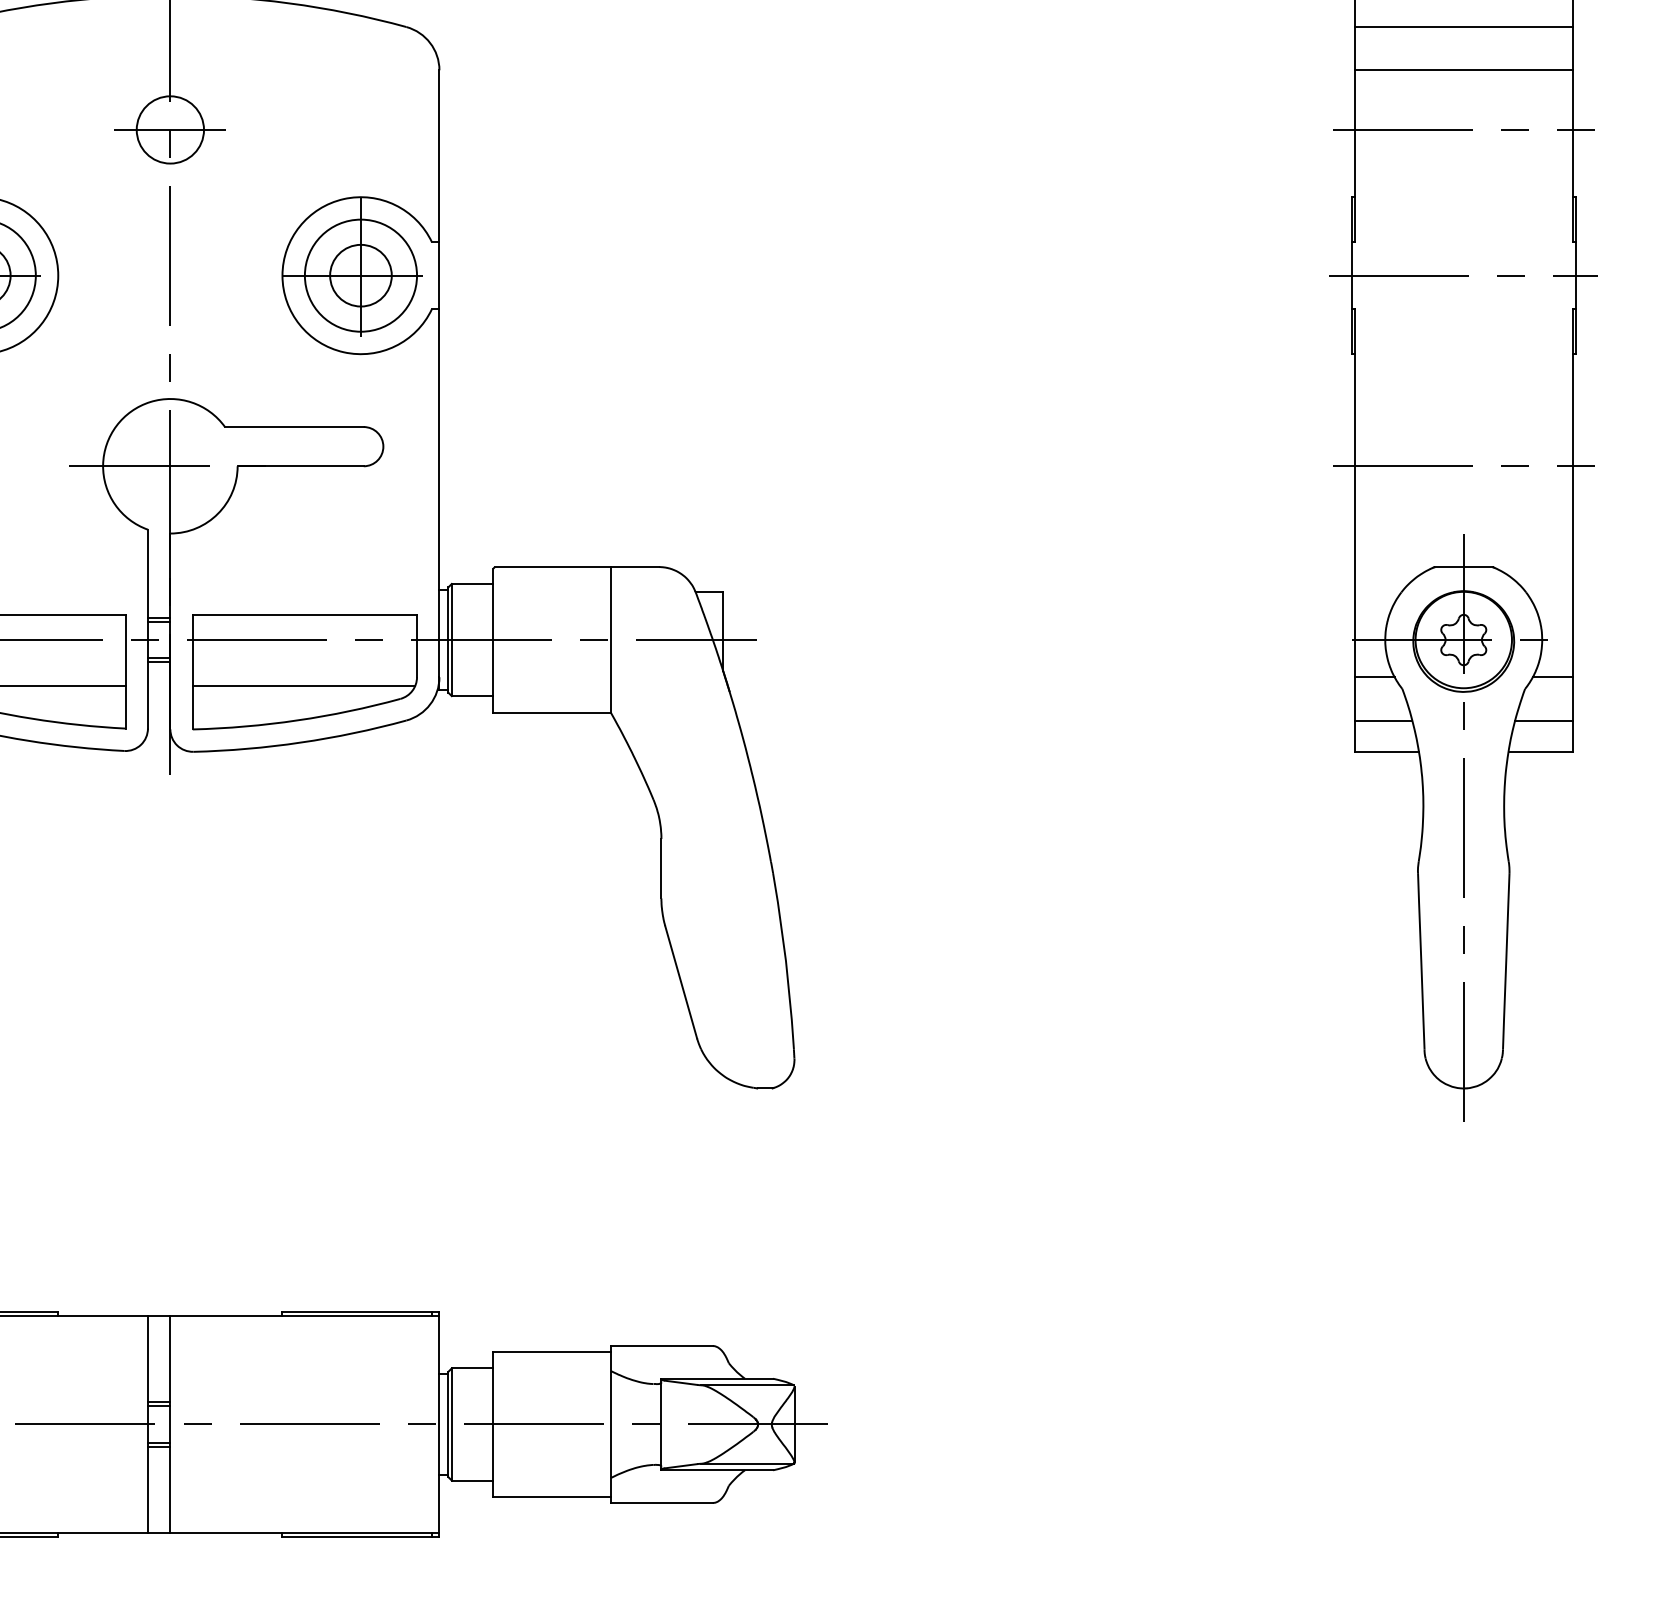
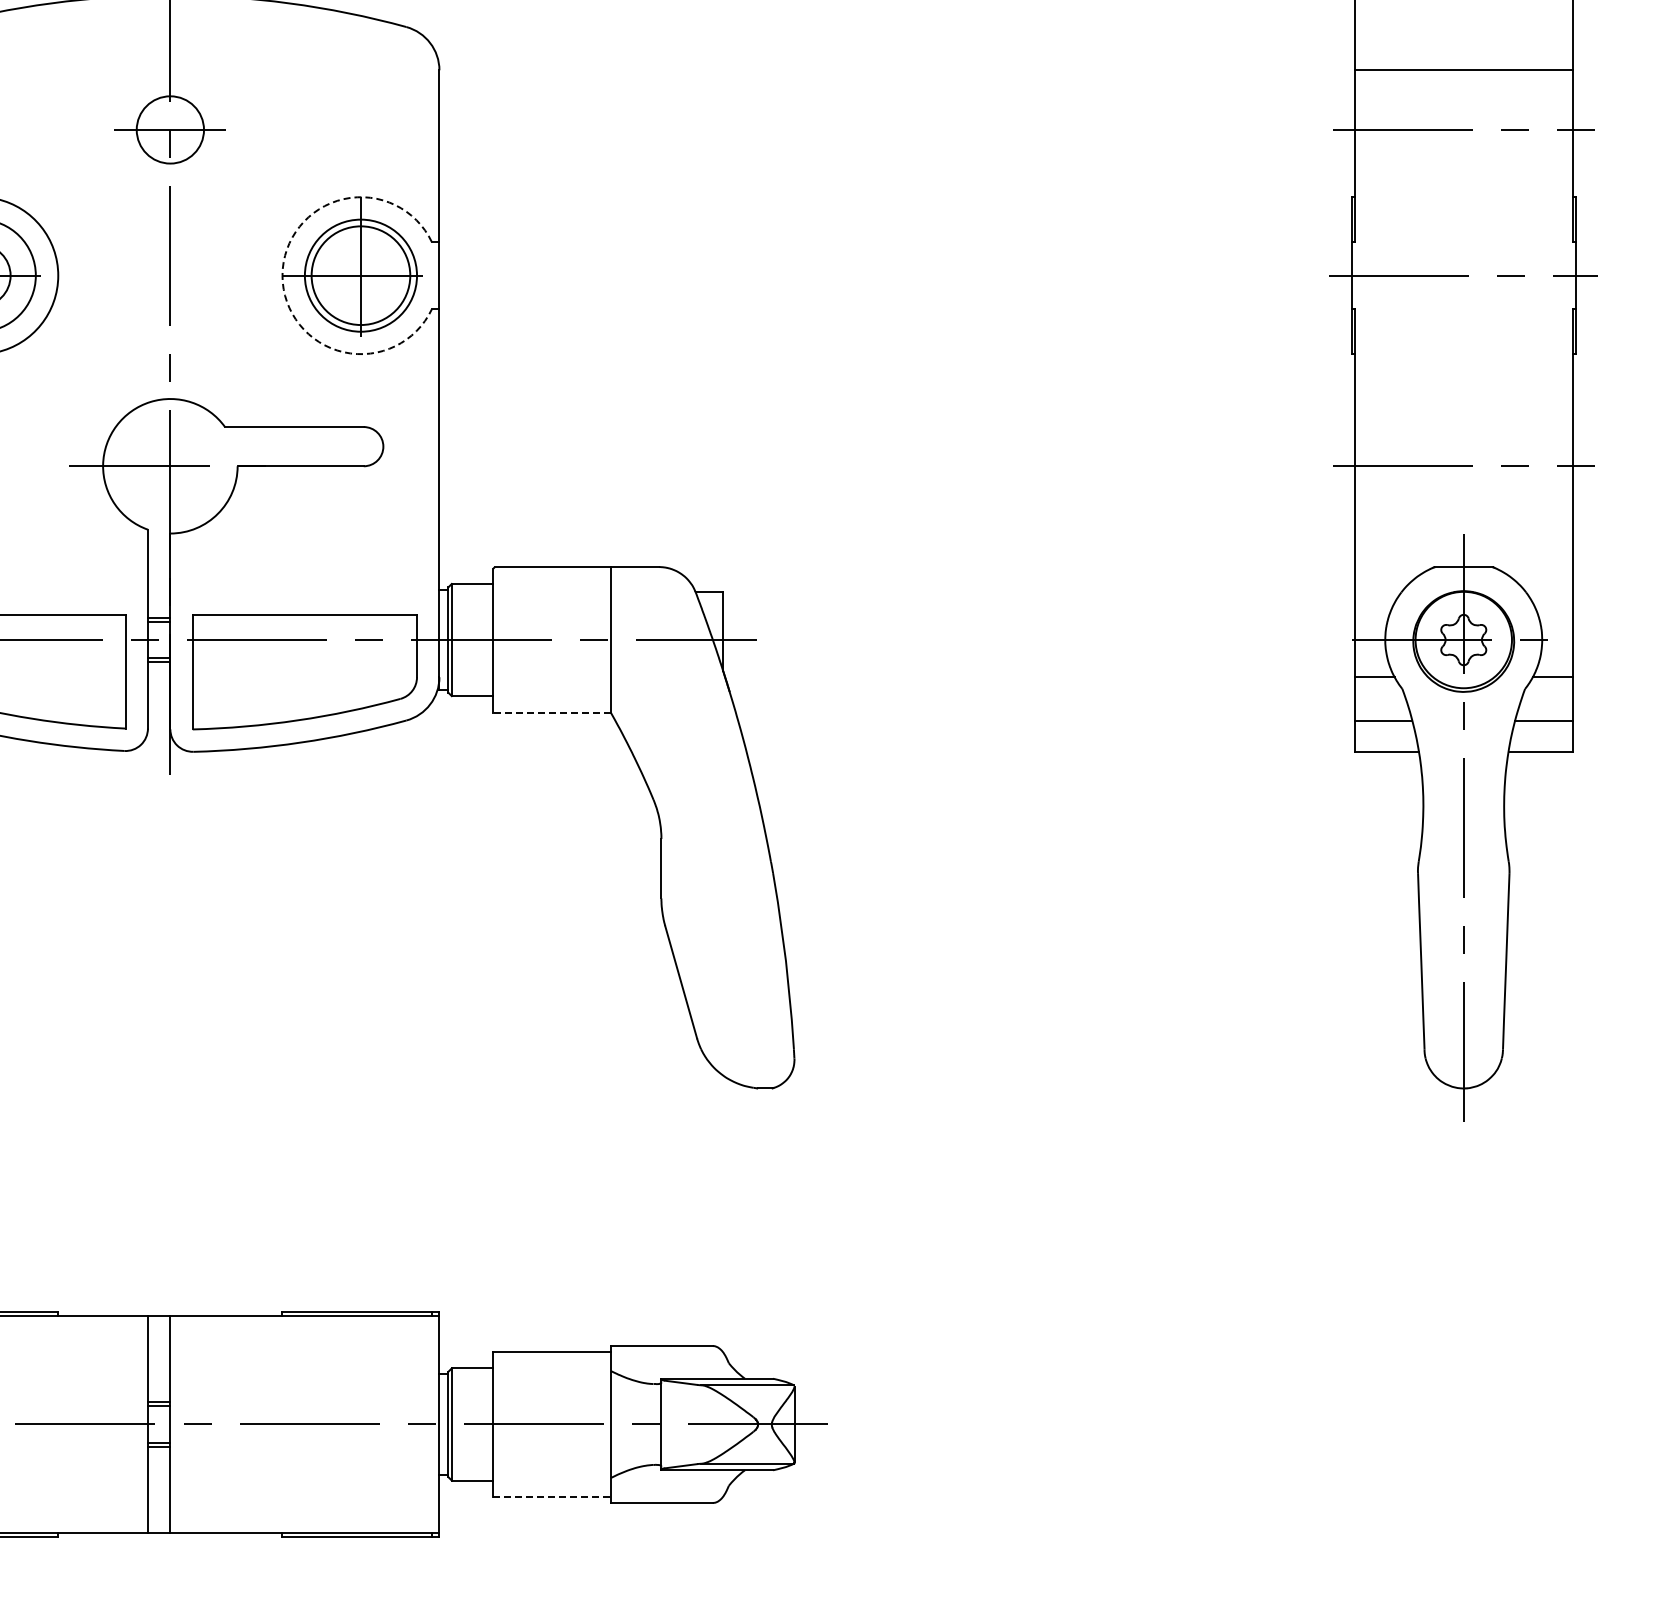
line at (1463, 27): present -> none
arc at (282, 275): solid -> dashed
circle at (360, 275) diameter: 62 px -> 99 px
line at (63, 686): present -> none
line at (303, 686): present -> none
line at (552, 712): solid -> dashed
line at (552, 1497): solid -> dashed
